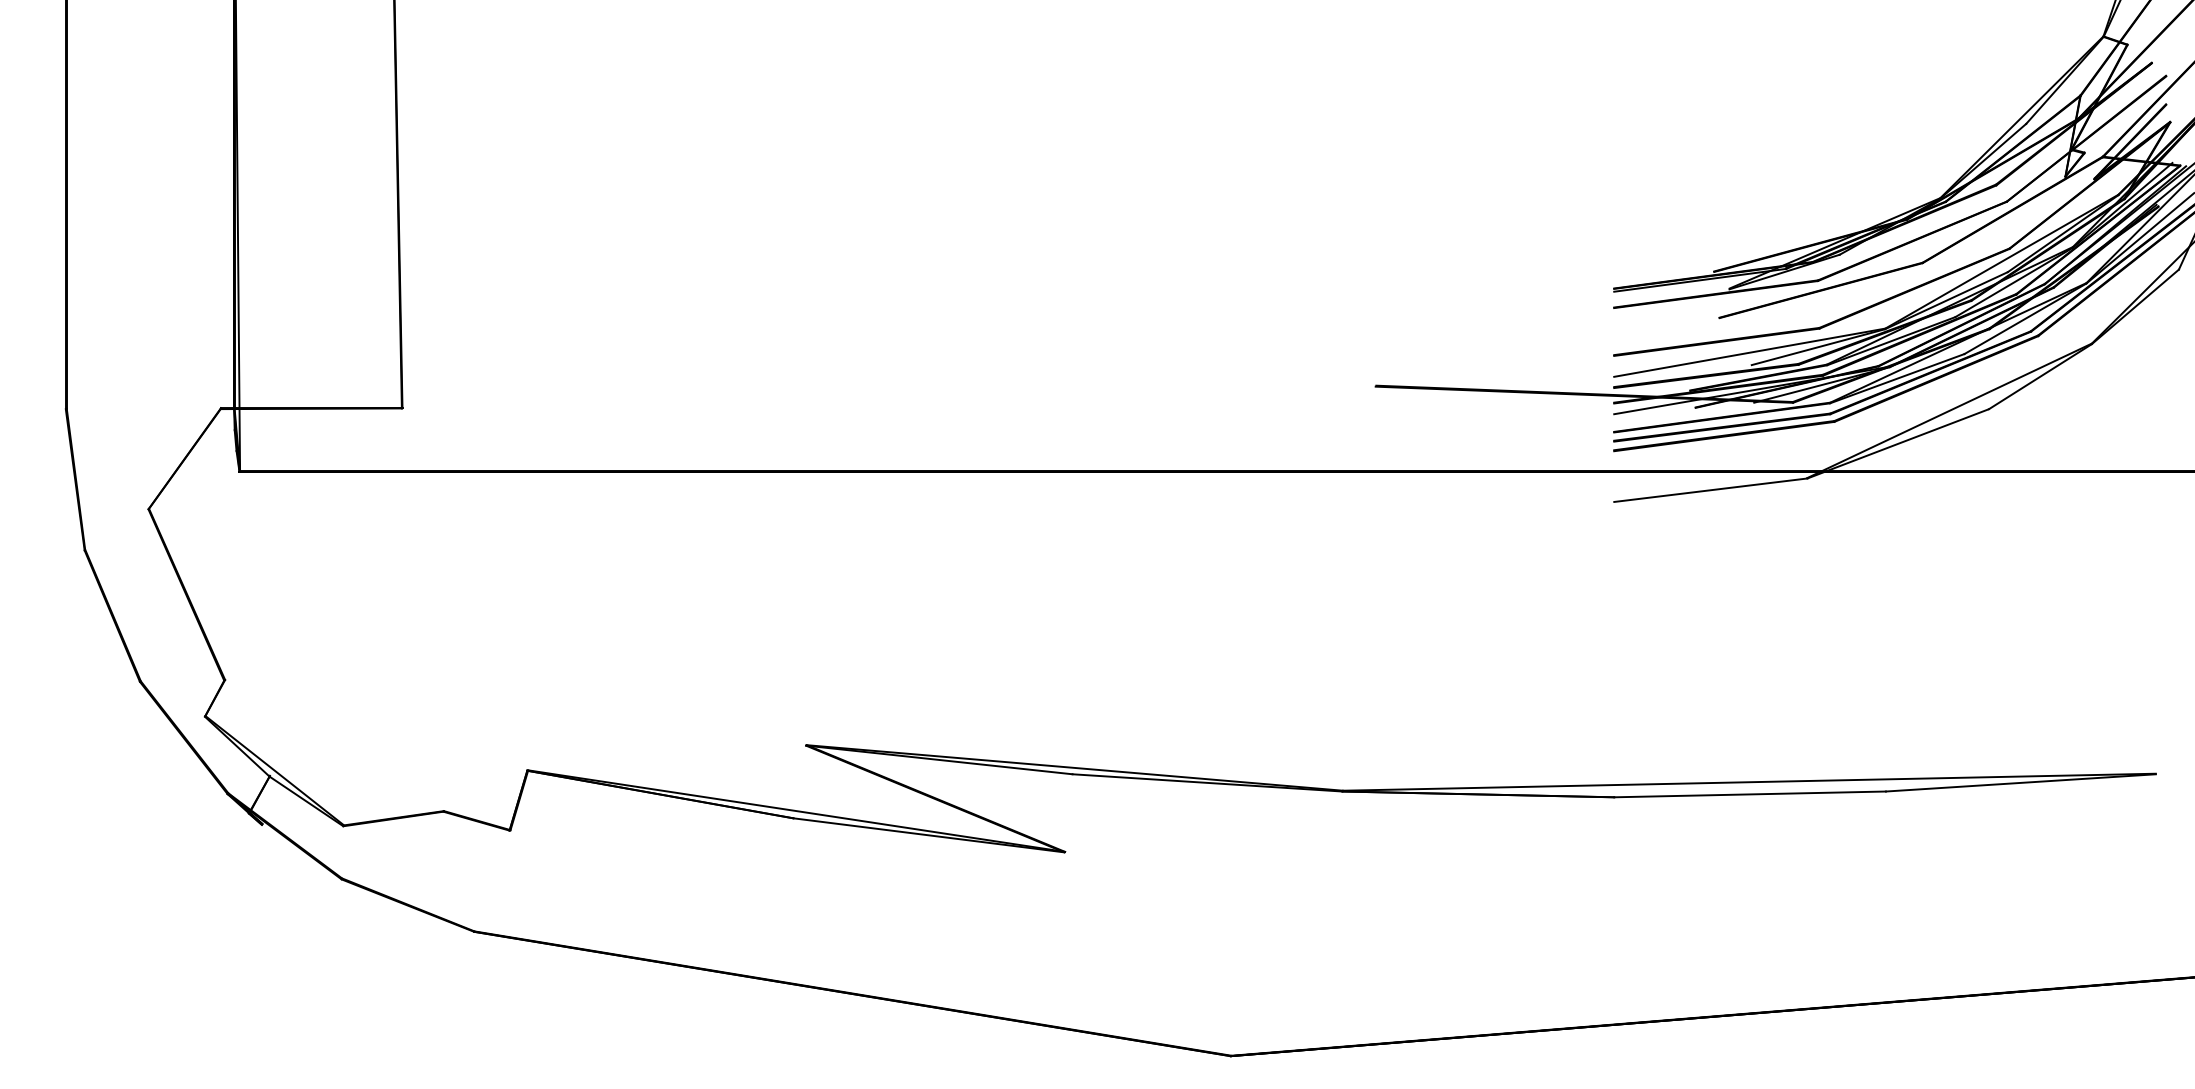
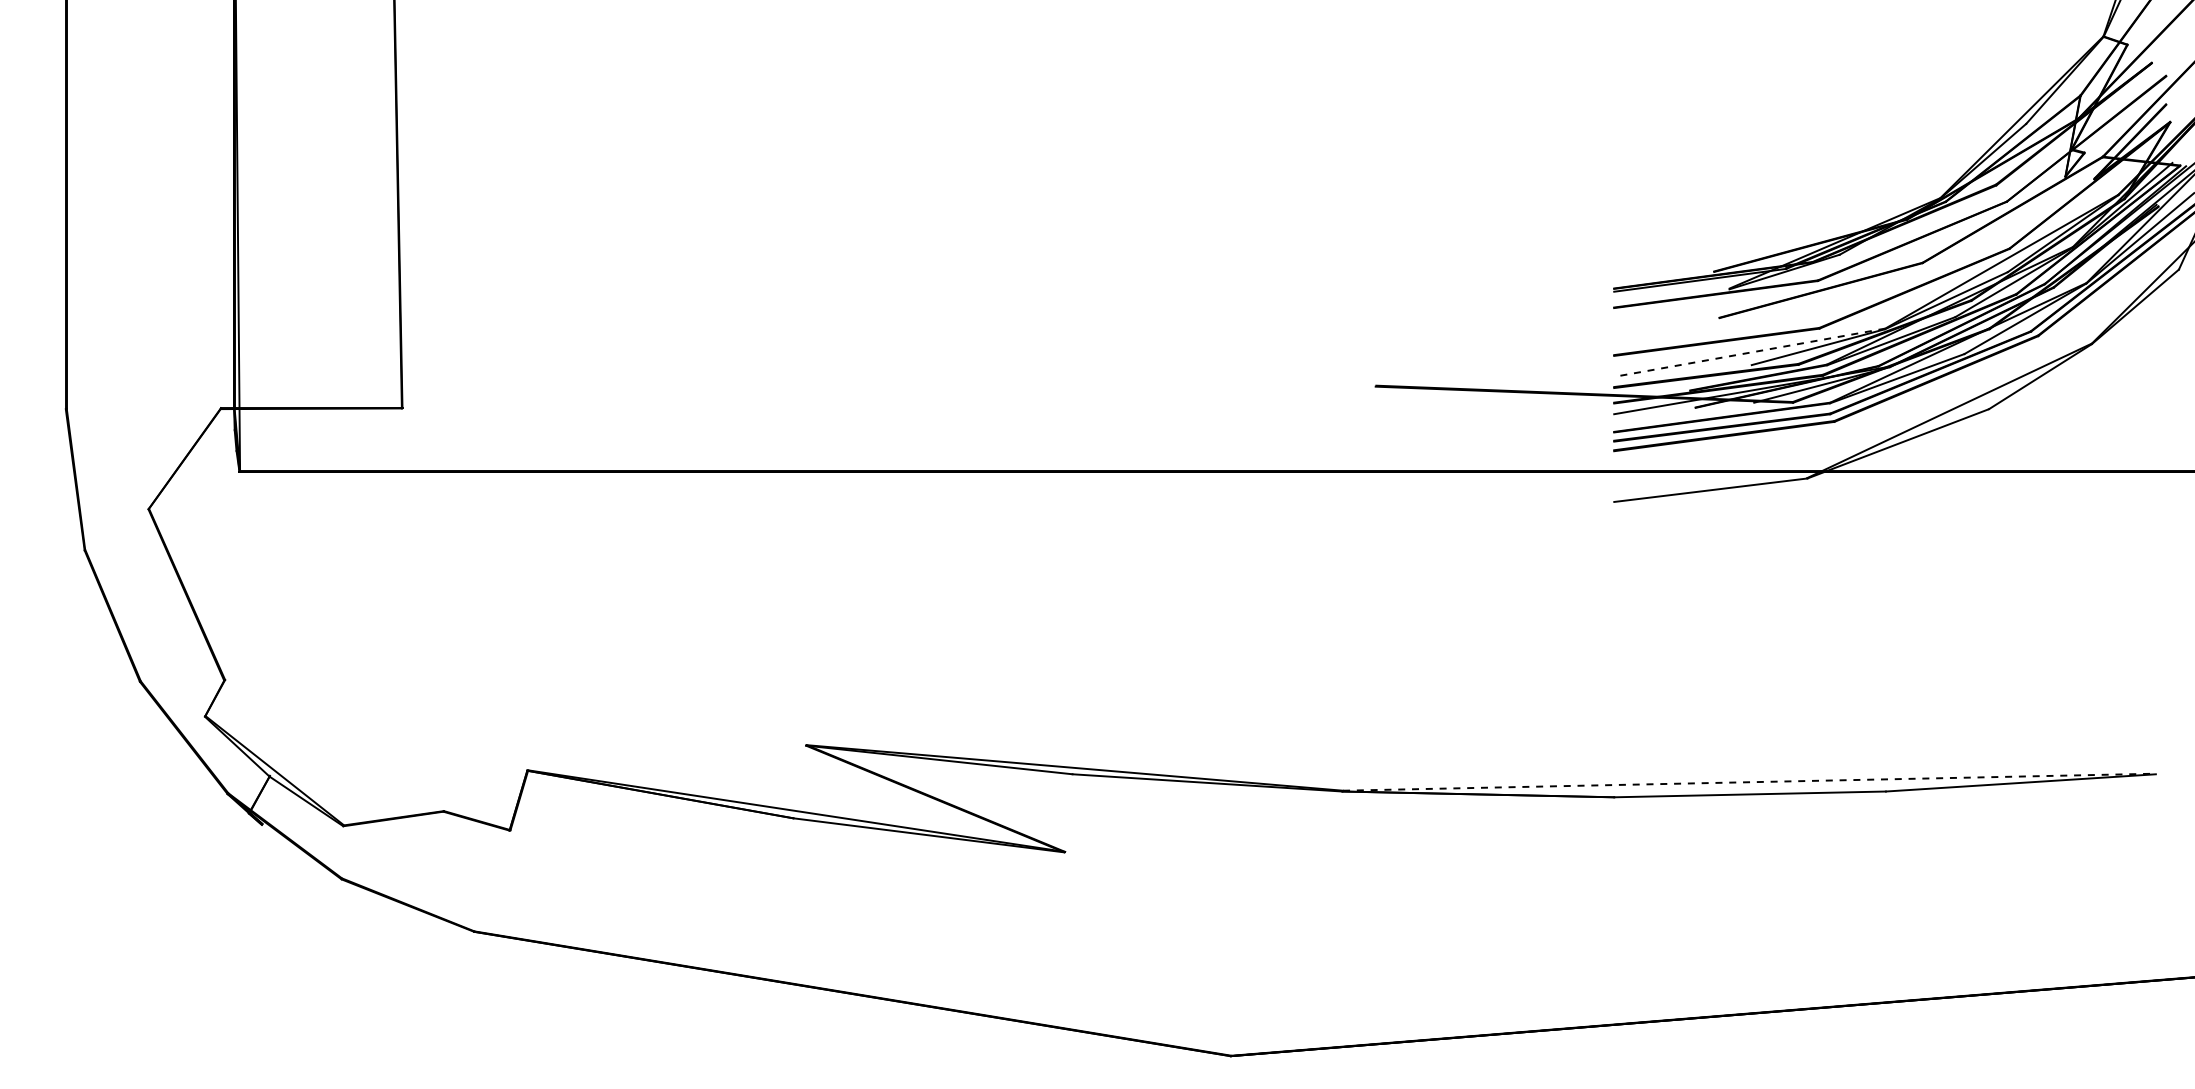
line at (1749, 352): solid -> dashed
line at (1749, 782): solid -> dashed
